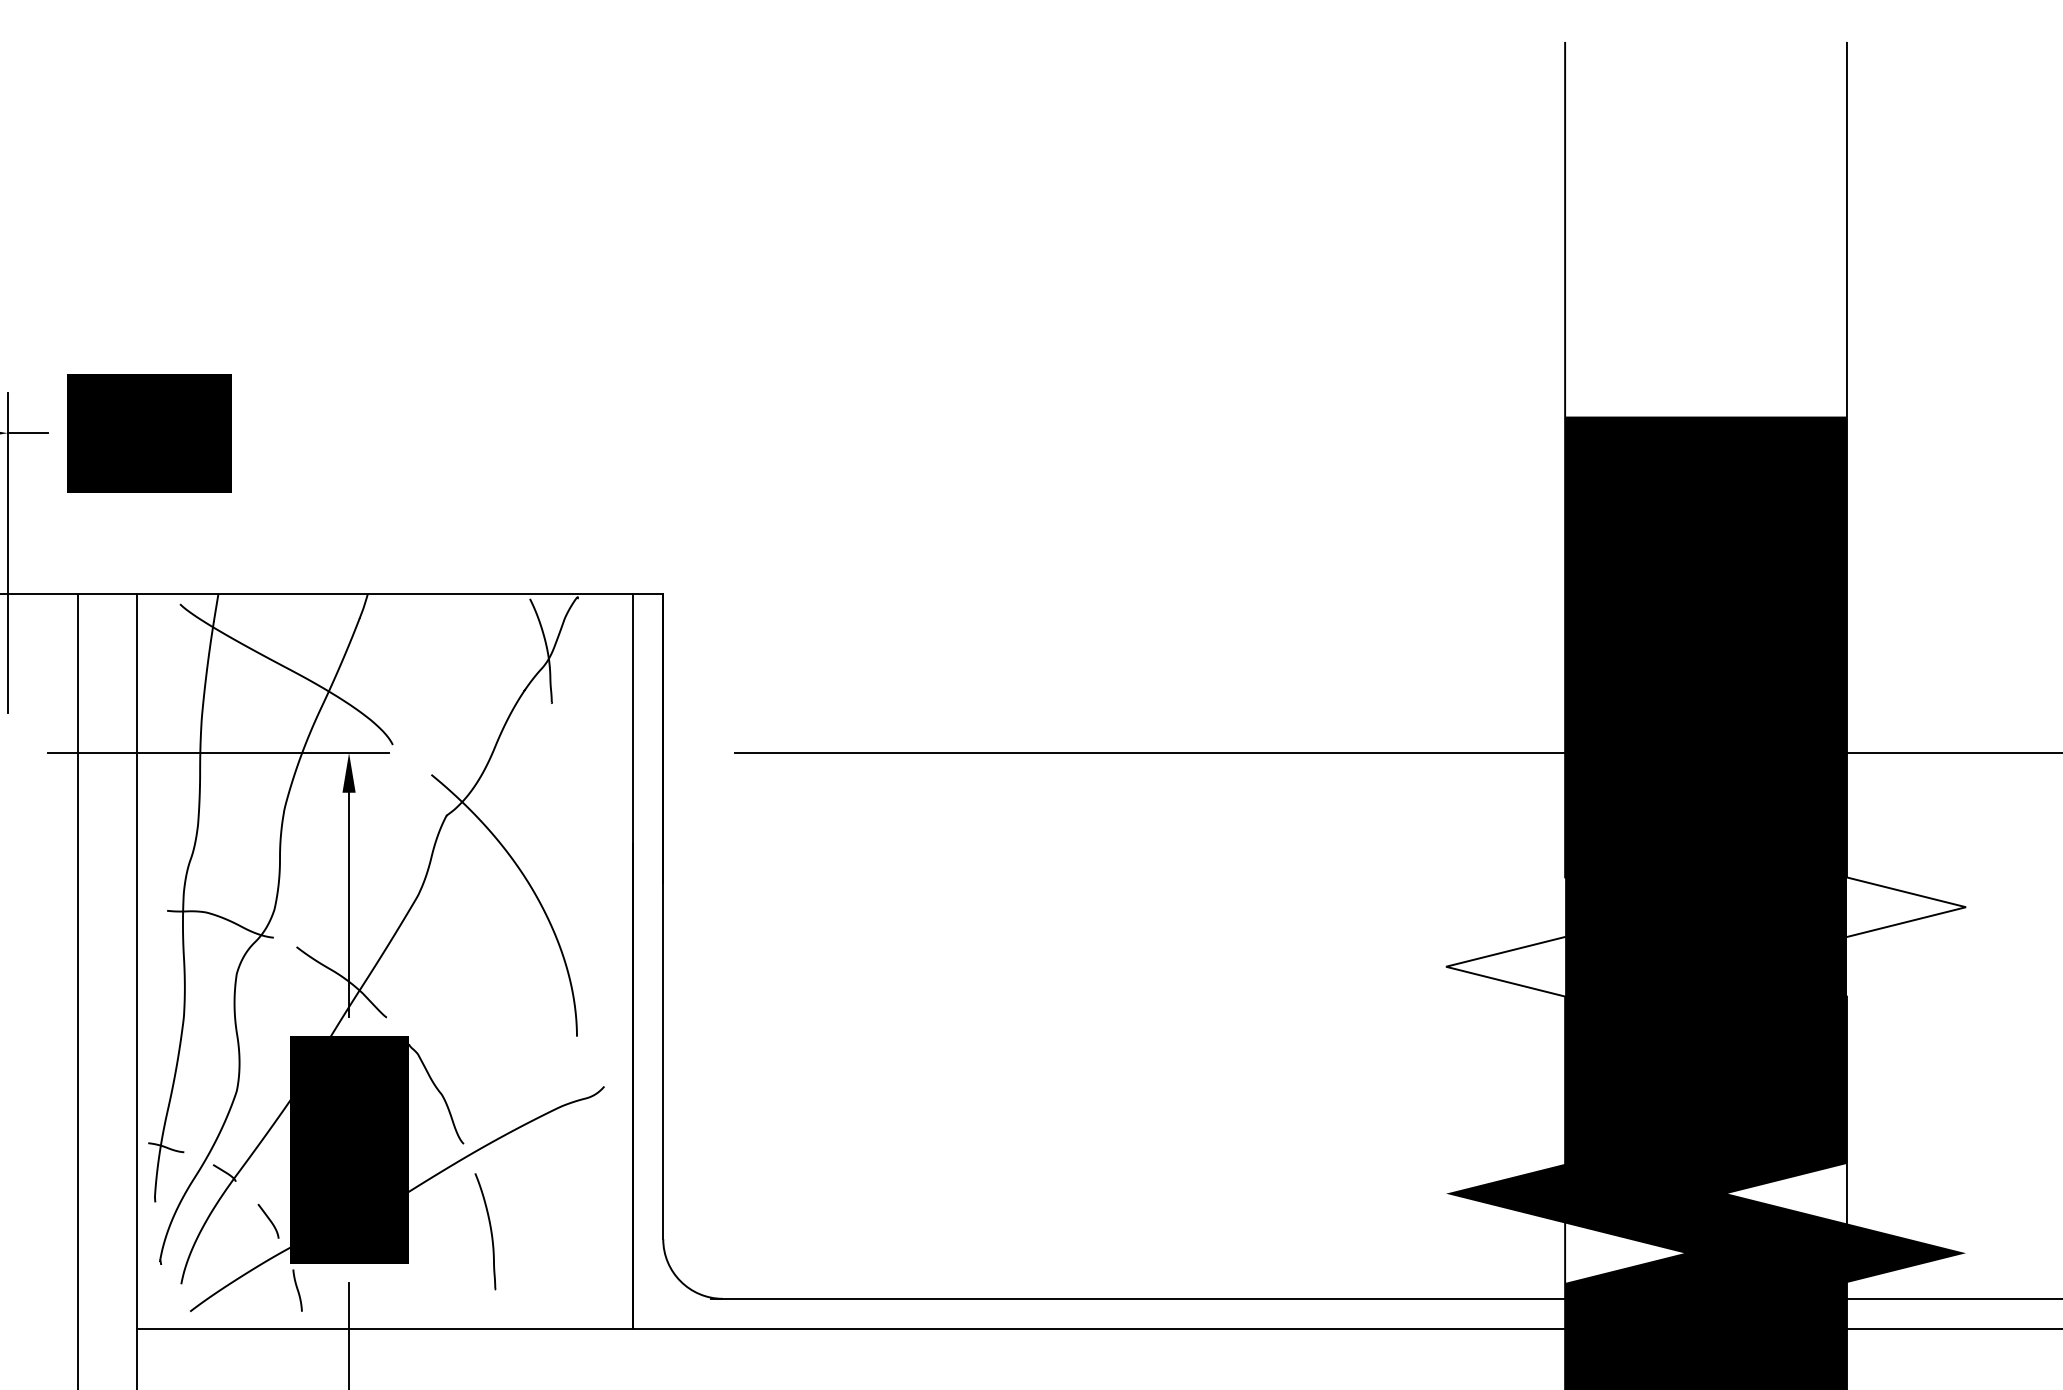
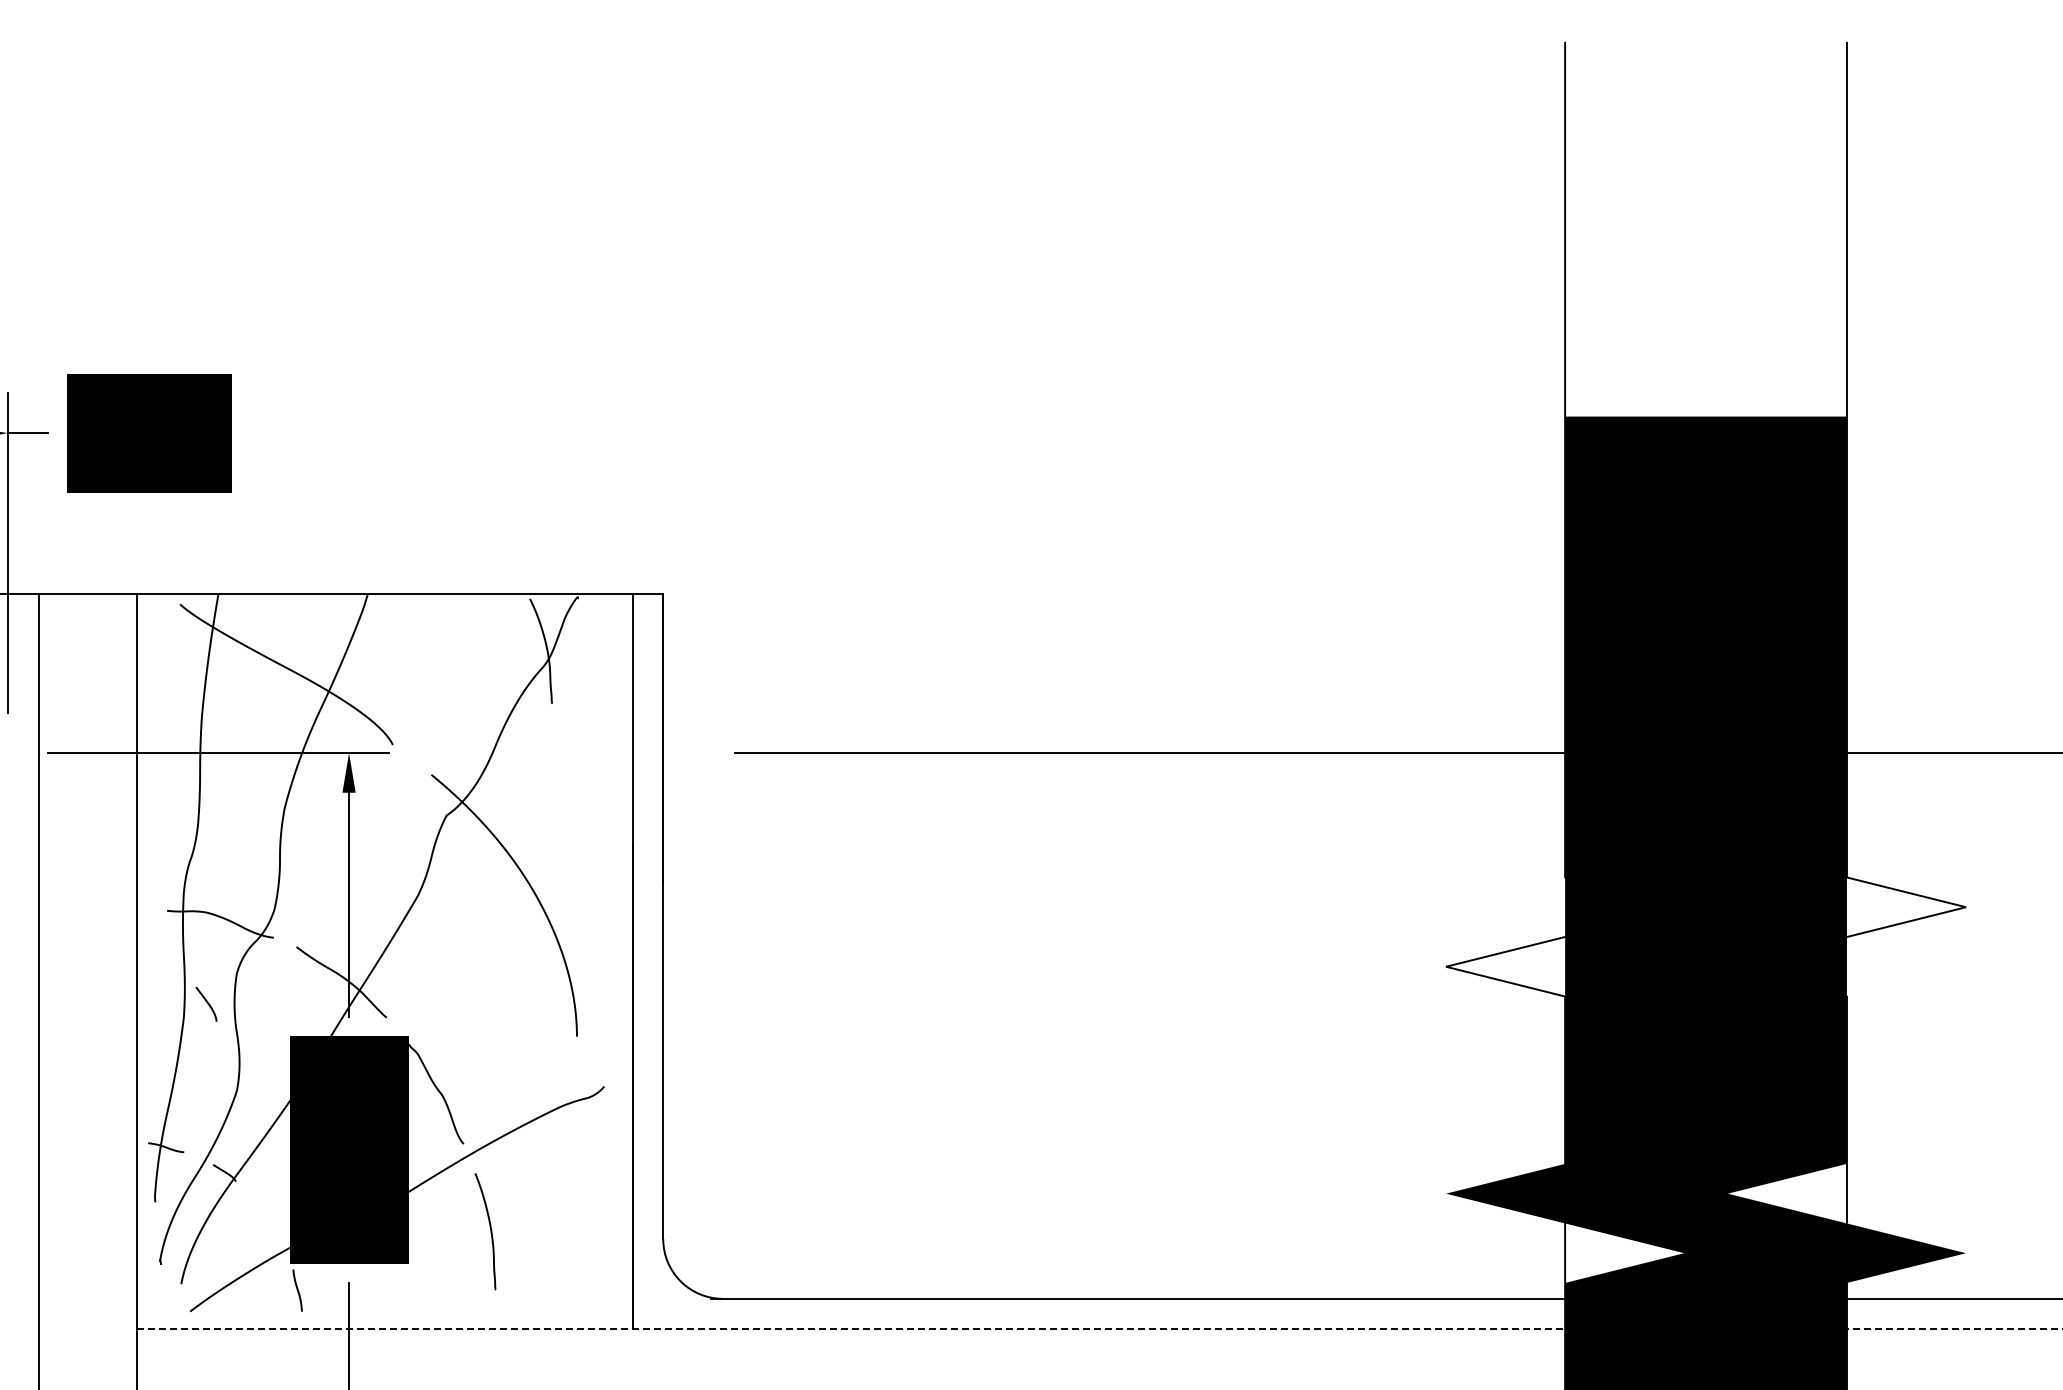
line at (77, 990) position: (77, 990) -> (38, 990)
curve at (268, 1219) position: (268, 1219) -> (206, 1002)
line at (1099, 1328): solid -> dashed
